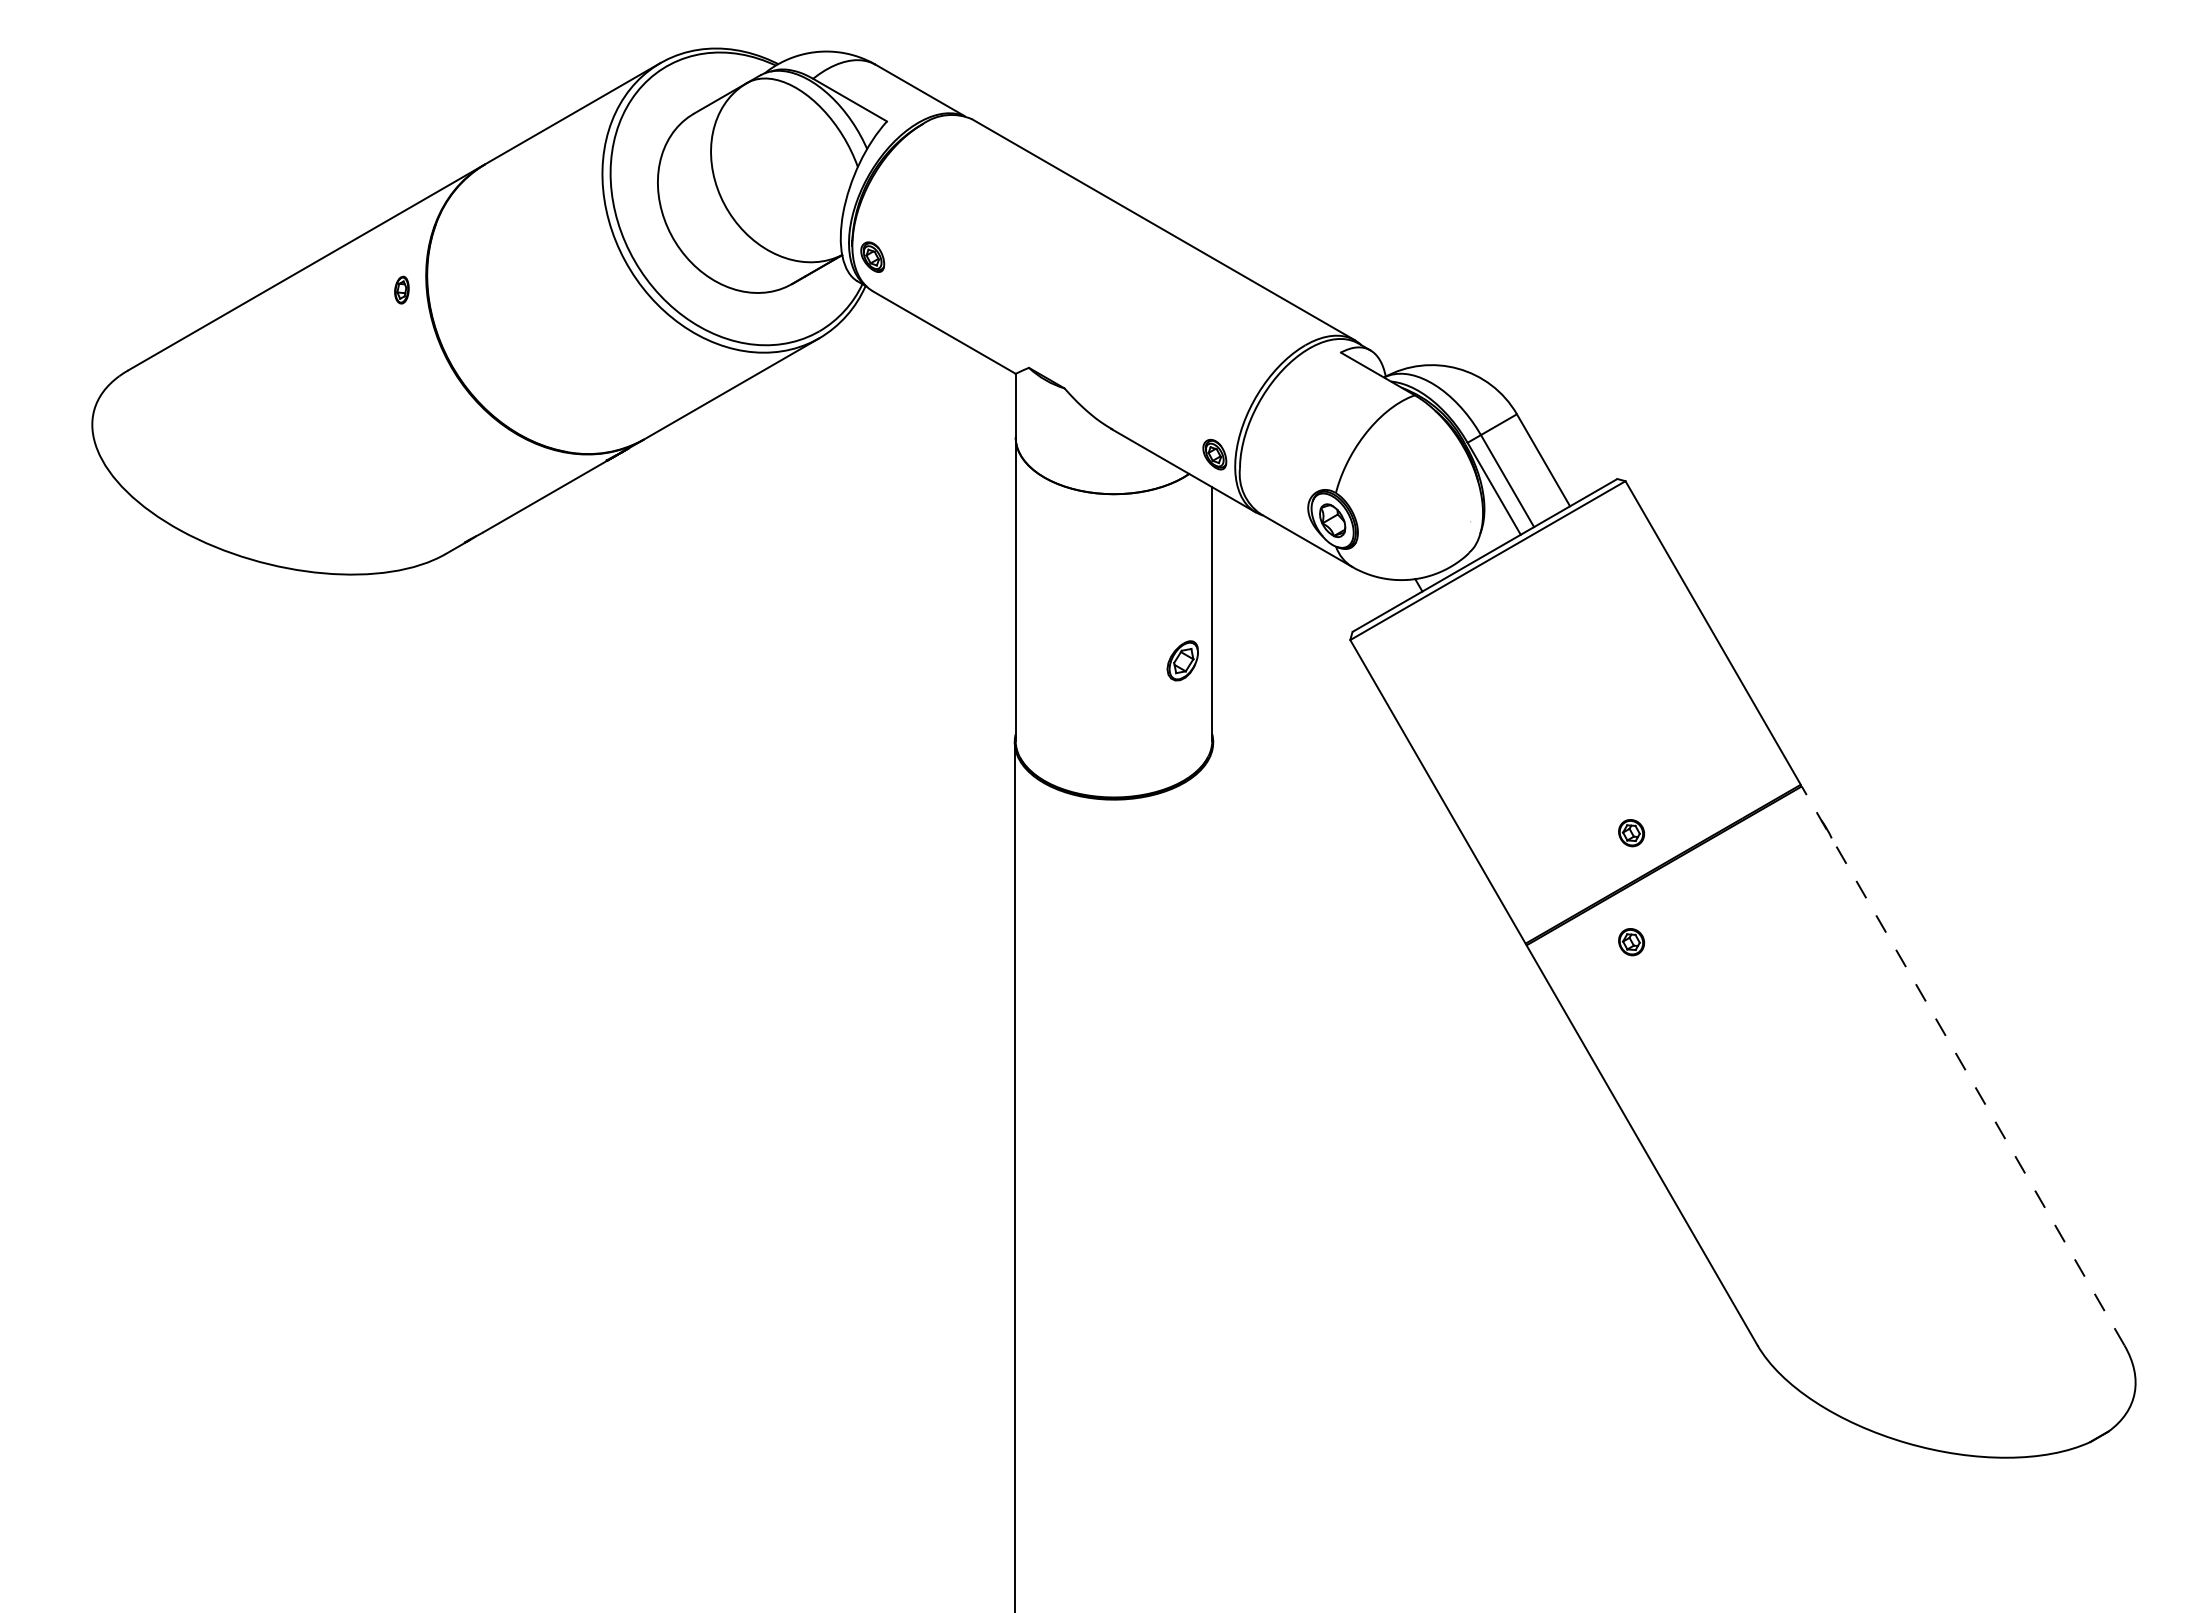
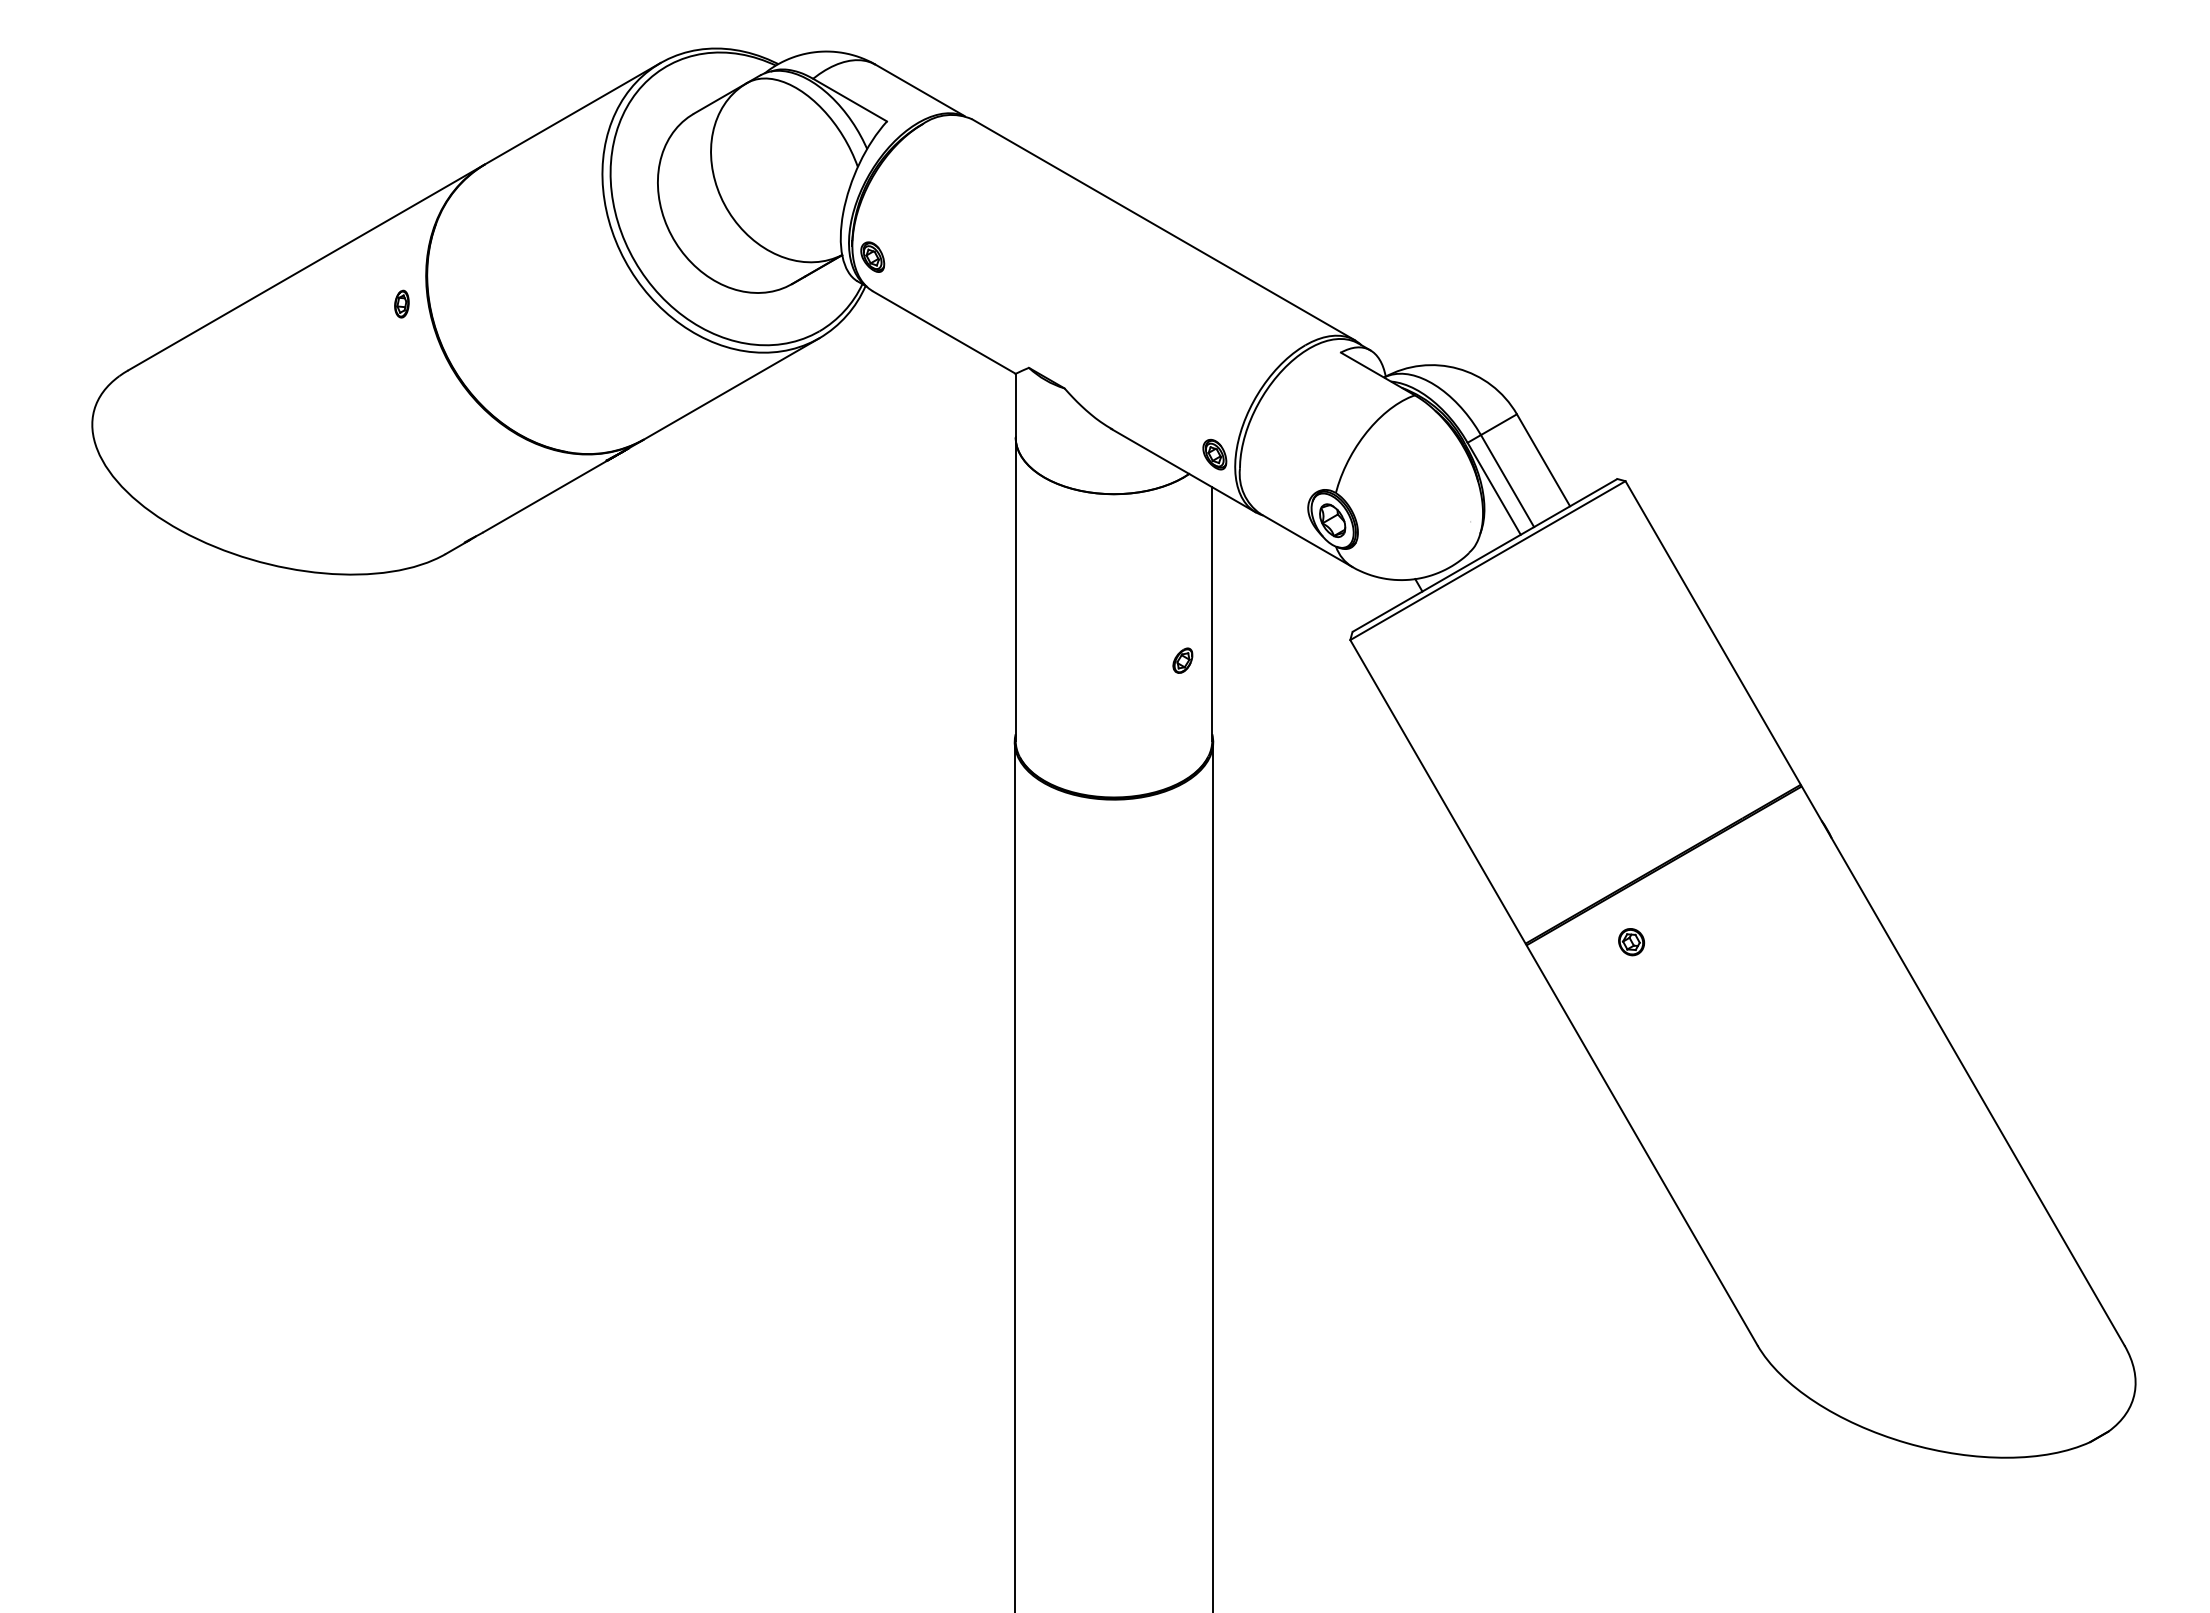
part at (401, 289) position: (401, 289) -> (401, 303)
part at (1182, 660) size: 33x42 px -> 22x27 px
part at (1631, 833): present -> none
line at (1963, 1065): dashed -> solid
line at (1213, 1175): none -> present
